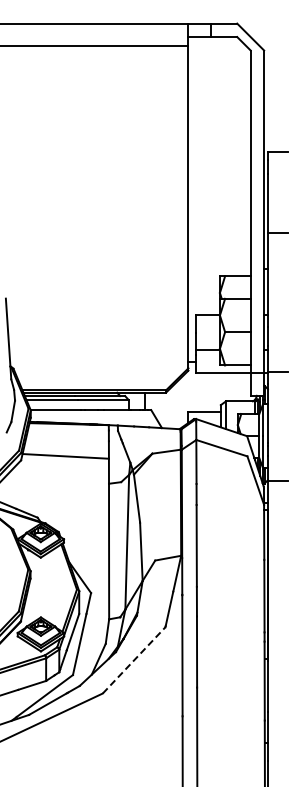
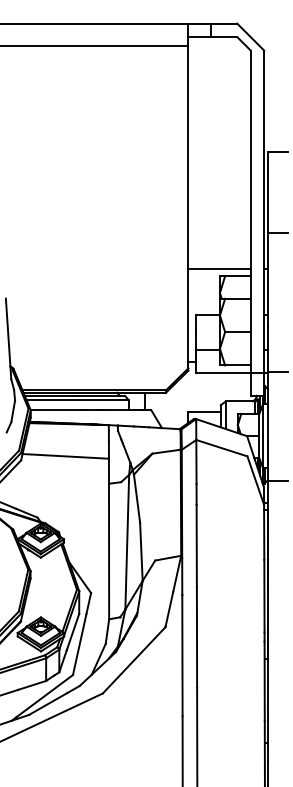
line at (219, 269): none -> present
line at (134, 660): dashed -> solid
